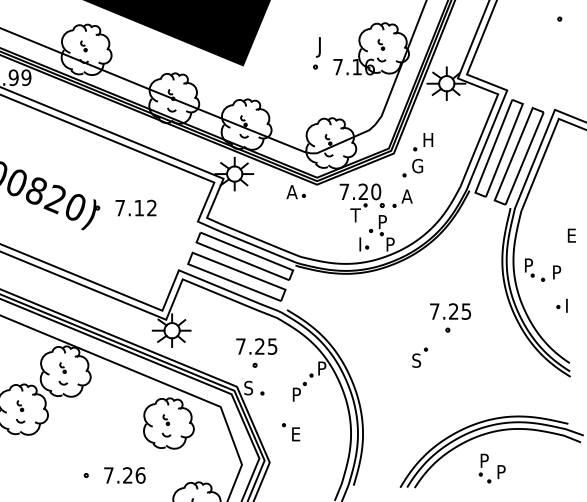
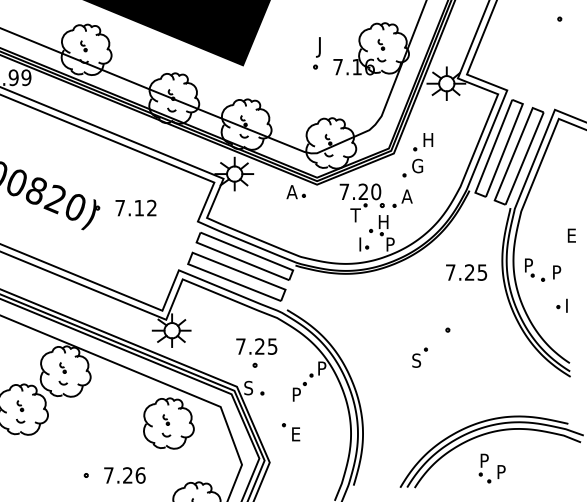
text at (384, 221): P -> H
text at (450, 311) position: (450, 311) -> (466, 272)
